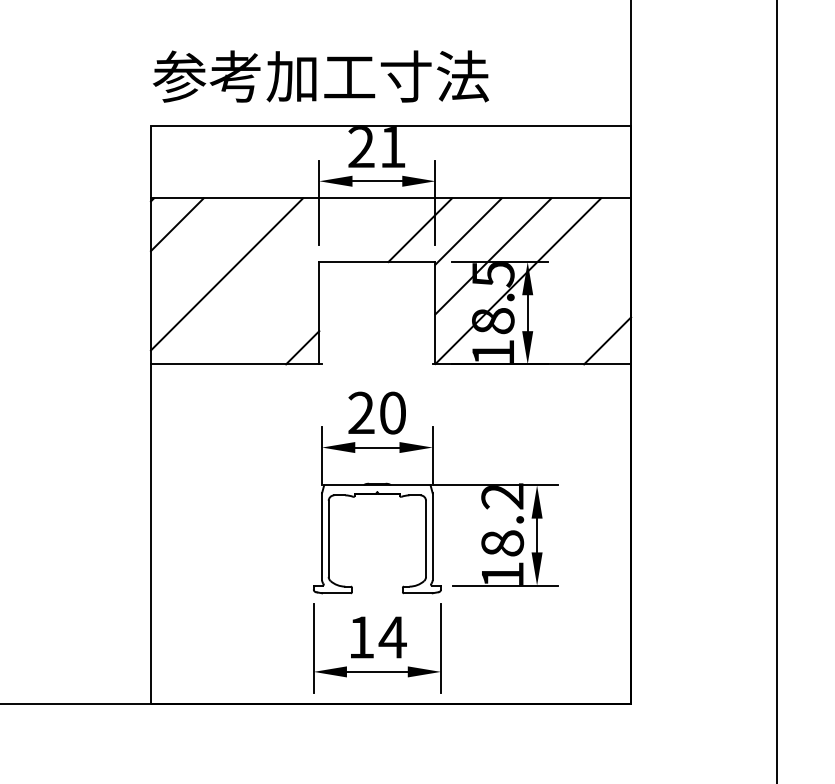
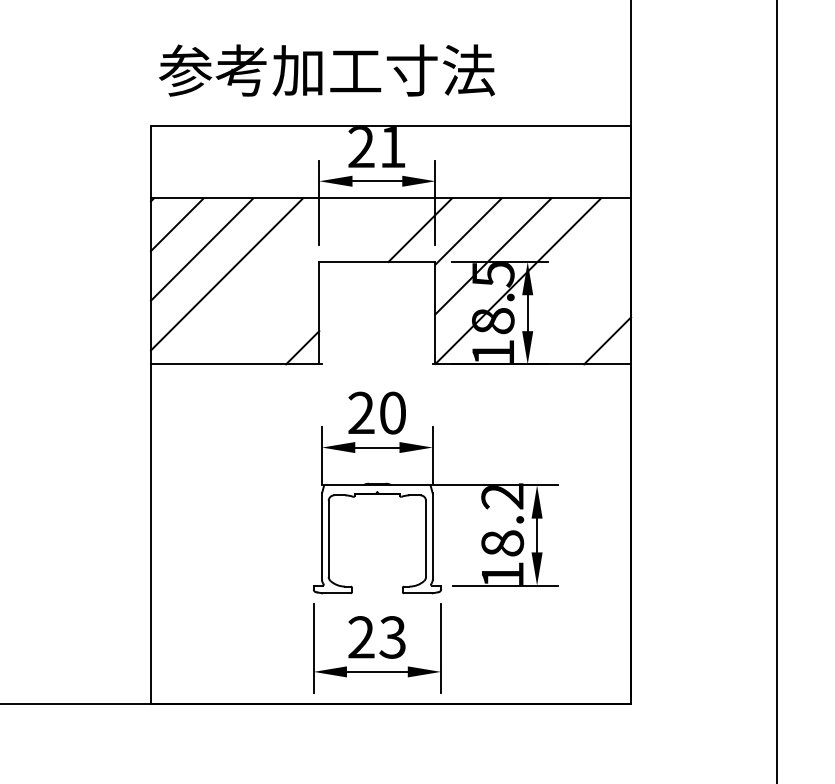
text at (320, 76) position: (320, 76) -> (326, 70)
line at (201, 249): none -> present
text at (377, 637): 14 -> 23
